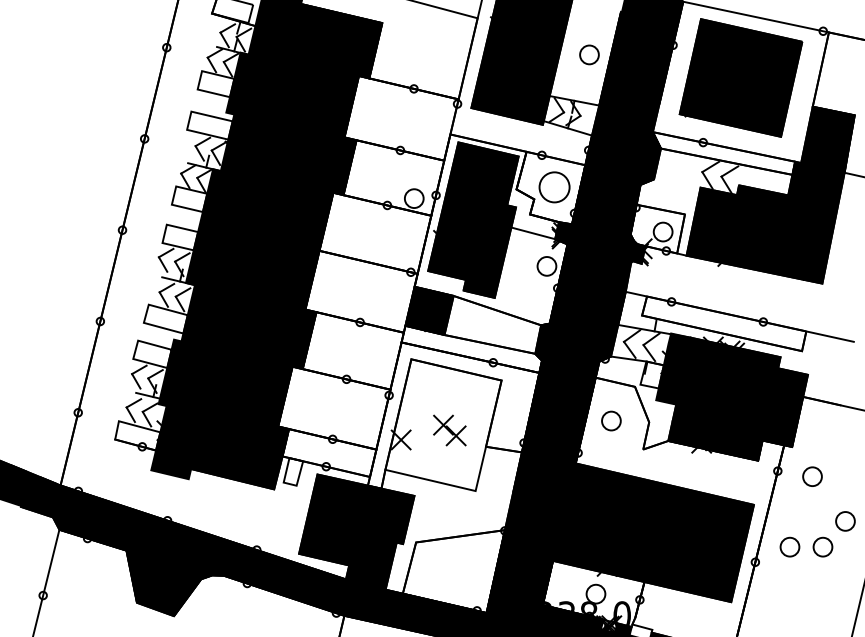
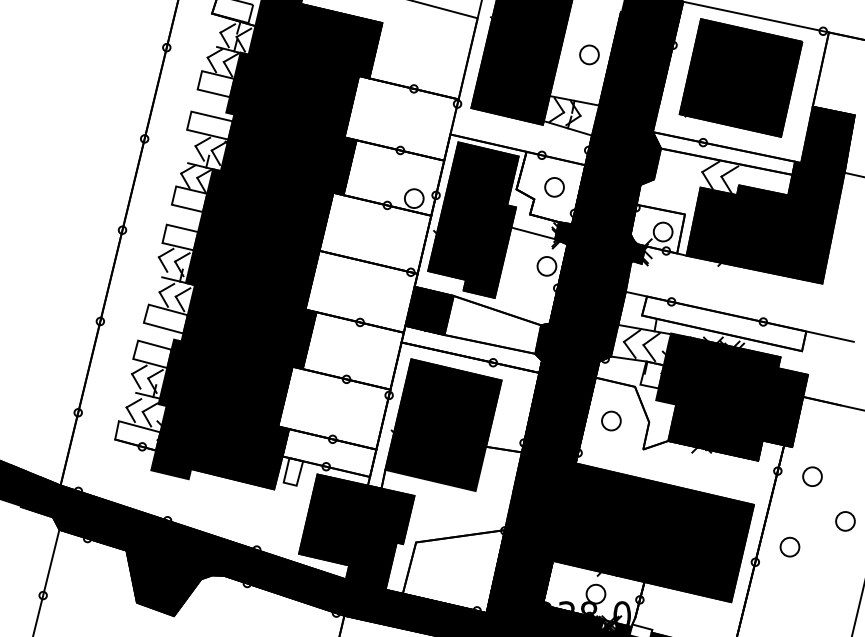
circle at (554, 187) diameter: 30 px -> 19 px
fill at (443, 425): none -> present
circle at (822, 546): present -> none
